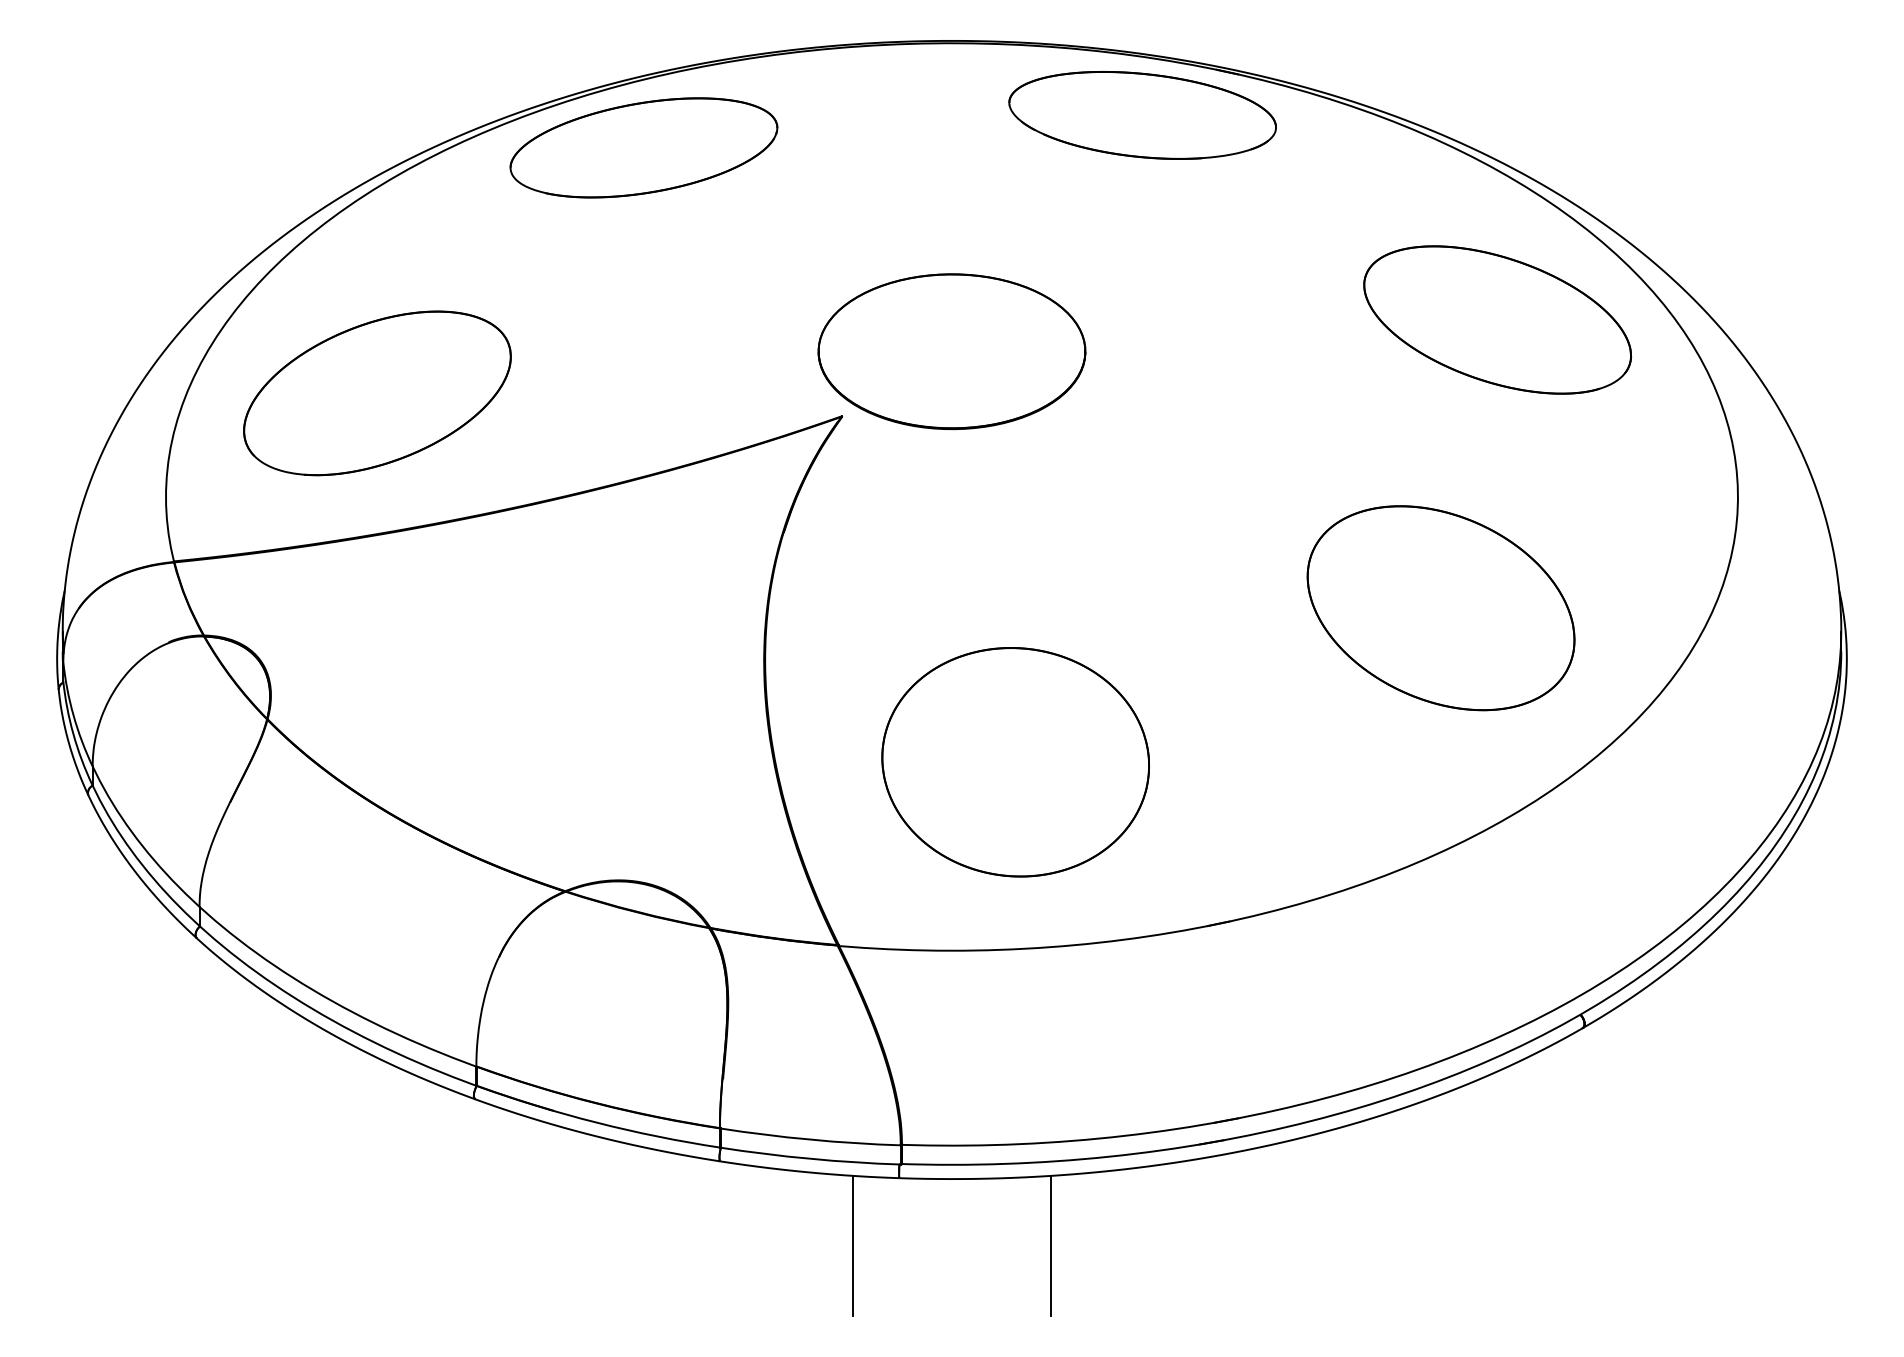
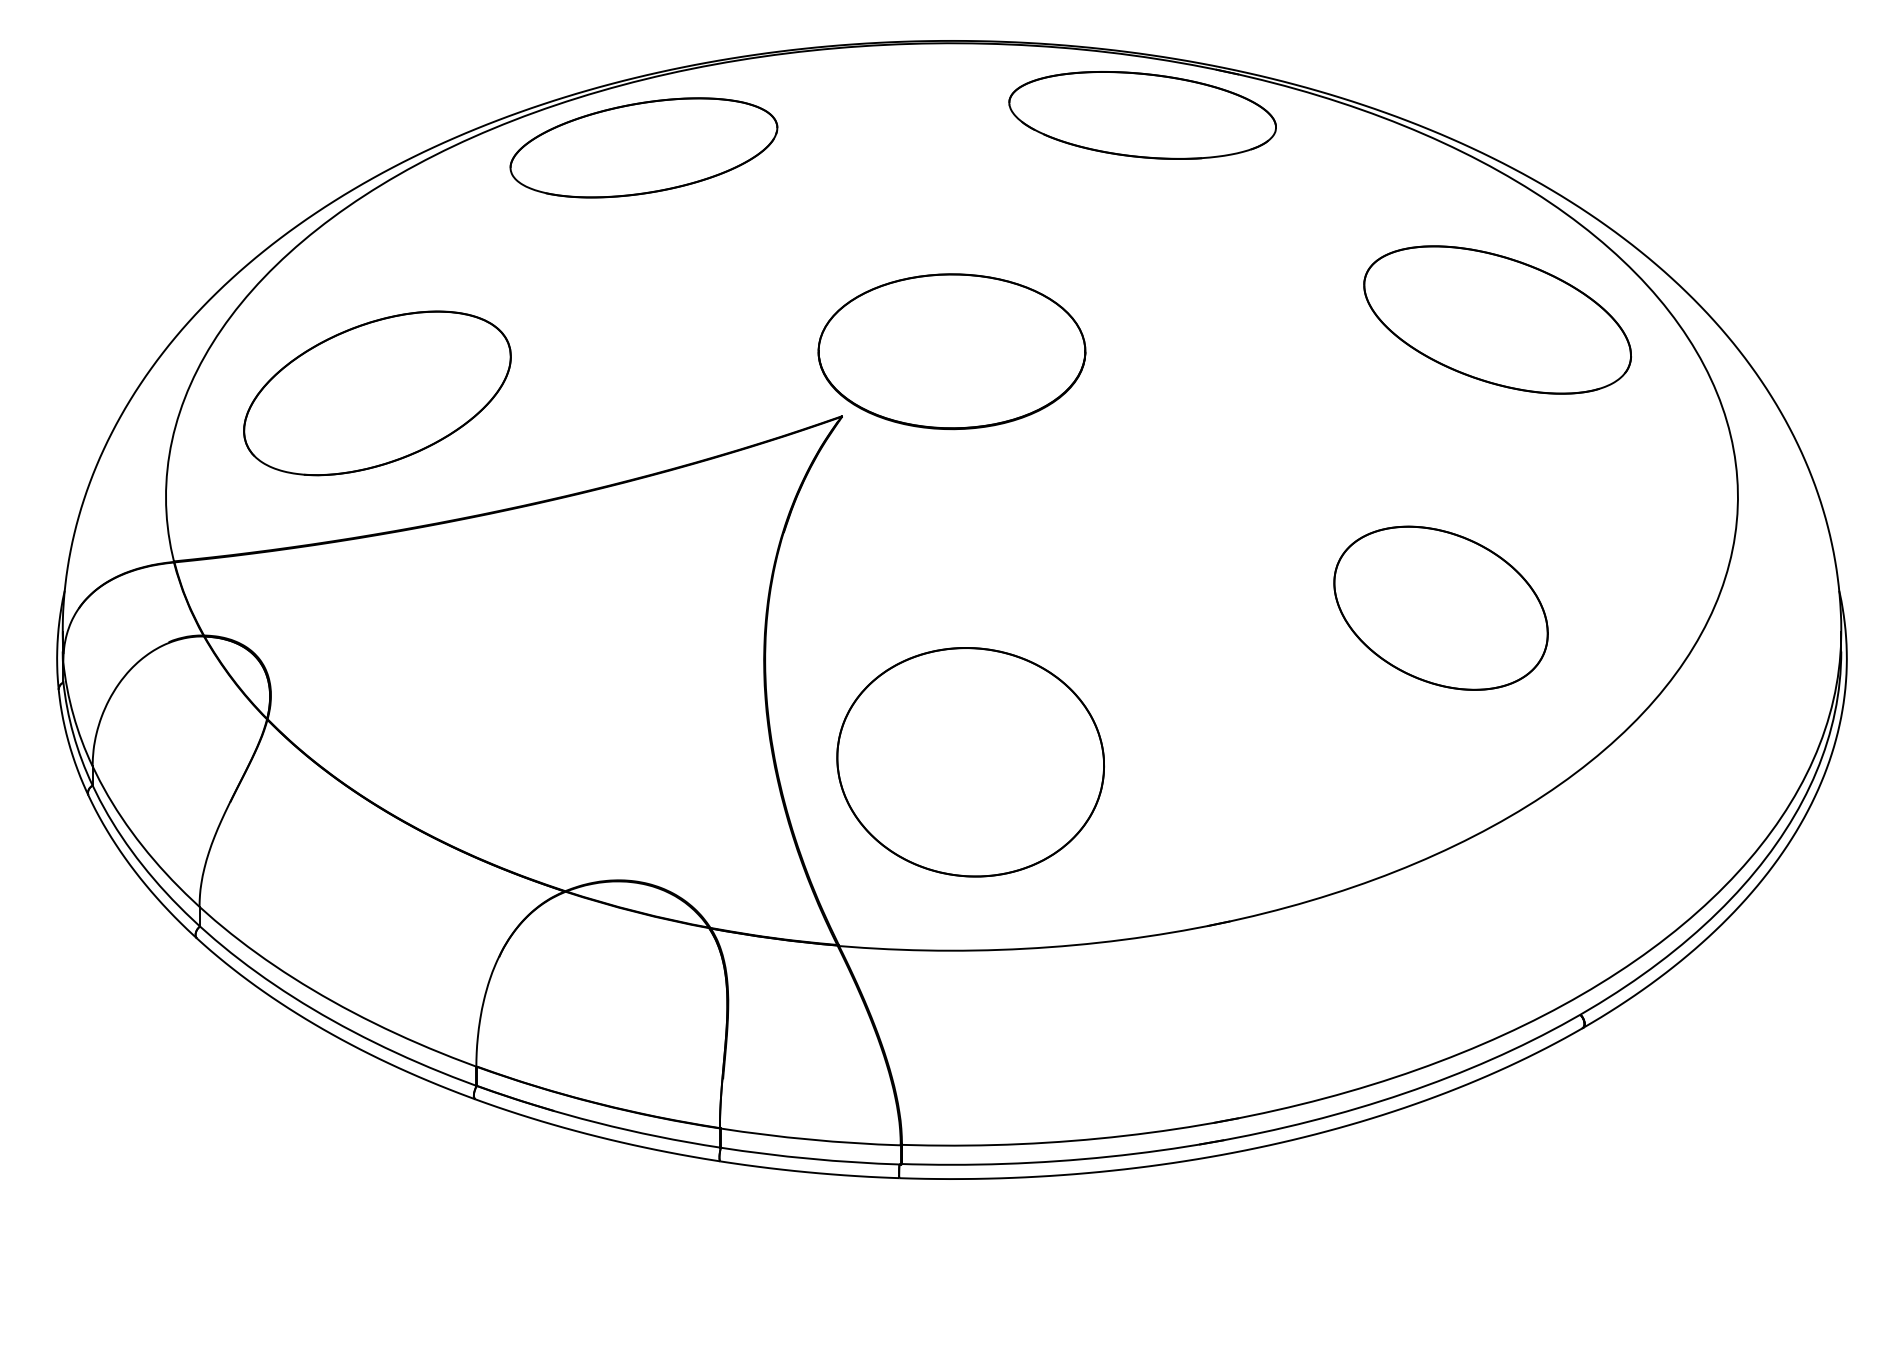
part at (1440, 608) size: 270x207 px -> 216x166 px
part at (1015, 762) position: (1015, 762) -> (970, 762)
line at (853, 1245): present -> none
line at (1050, 1245): present -> none
